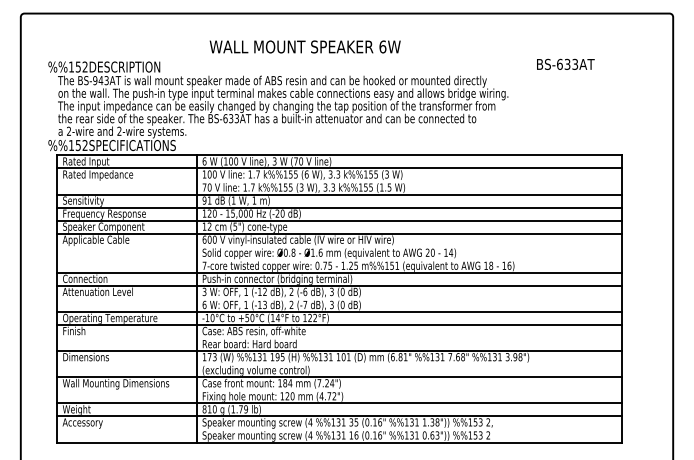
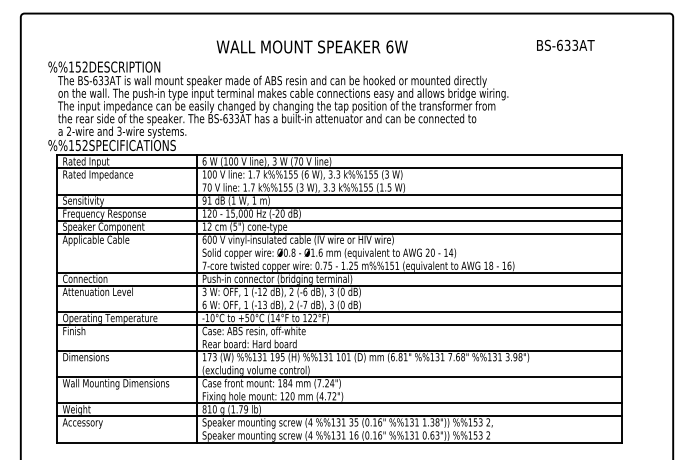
text at (304, 46) position: (304, 46) -> (311, 46)
text at (565, 63) position: (565, 63) -> (565, 44)
text at (98, 80): BS-943AT -> BS-633AT
text at (119, 131): 2-wire -> 3-wire
